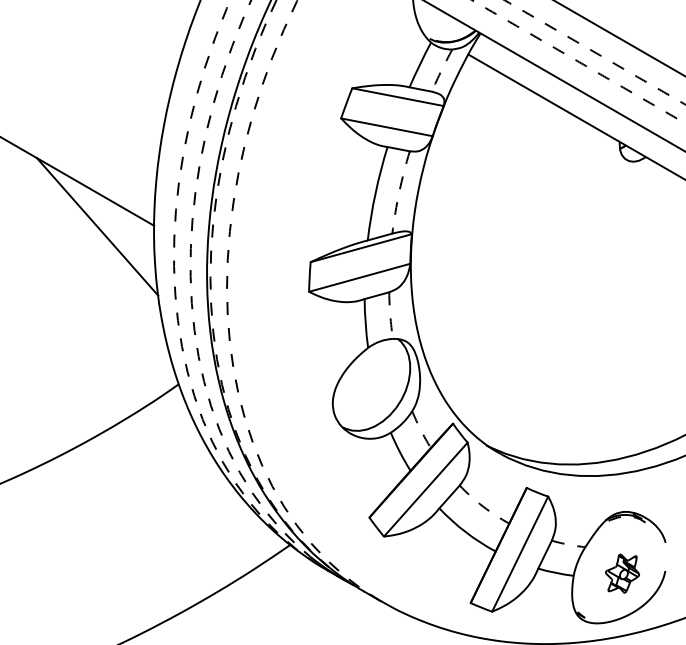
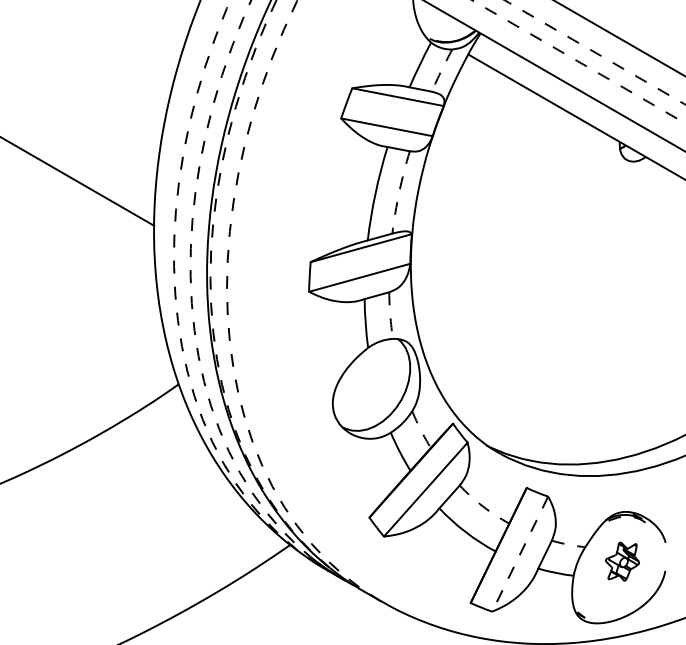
line at (97, 226): present -> none
line at (519, 554): solid -> dashed
part at (622, 573) position: (622, 573) -> (622, 561)
